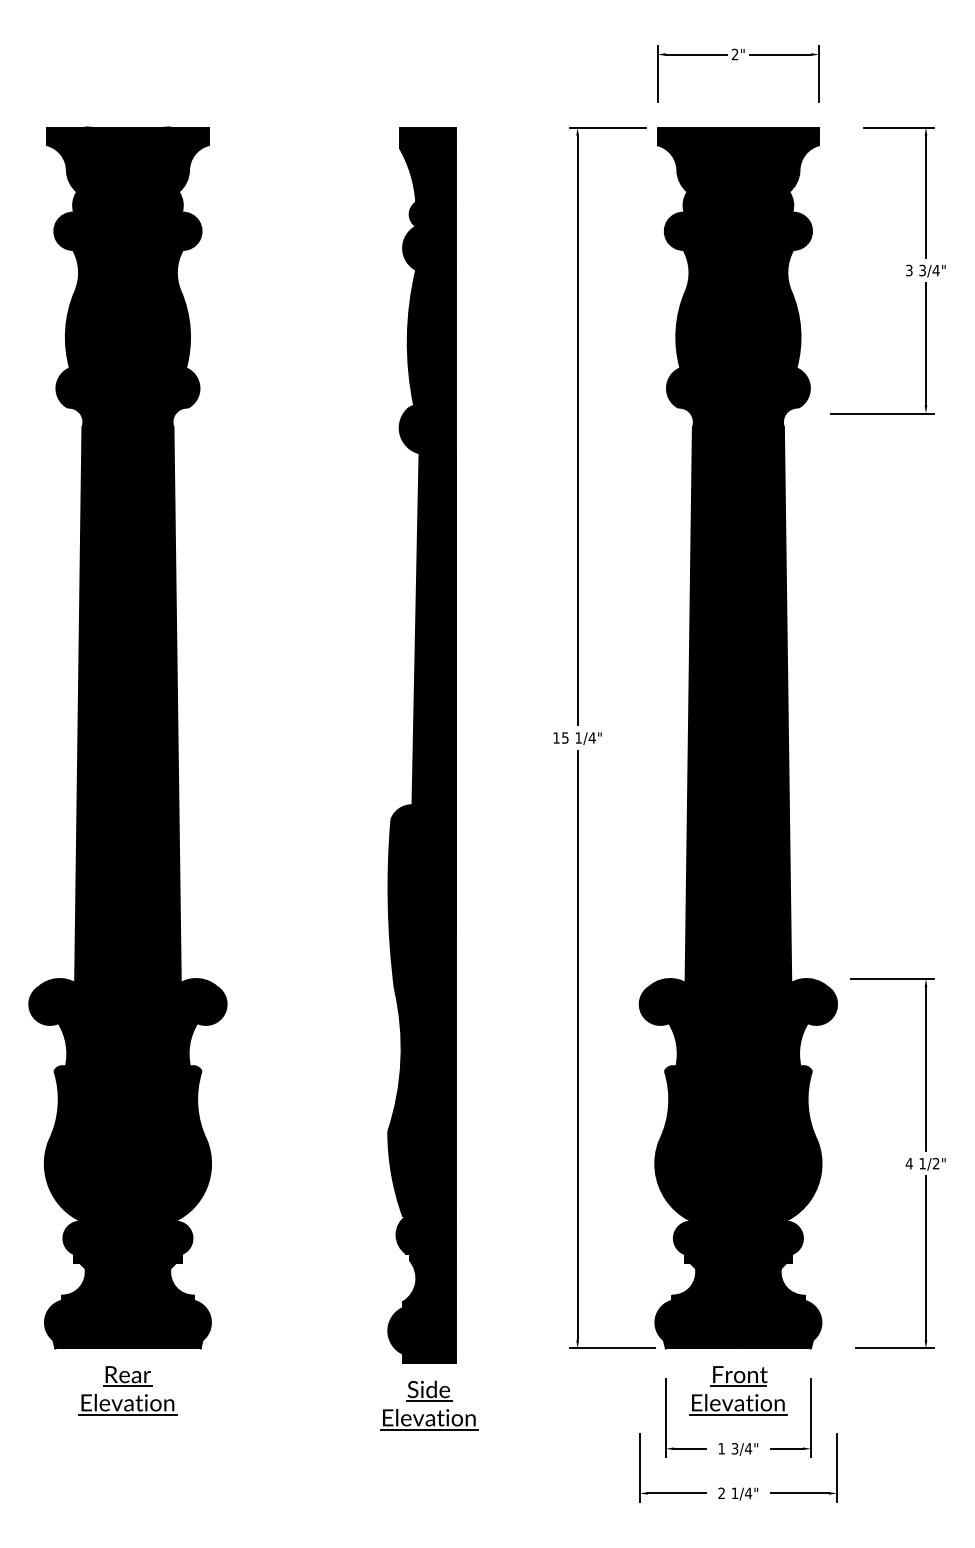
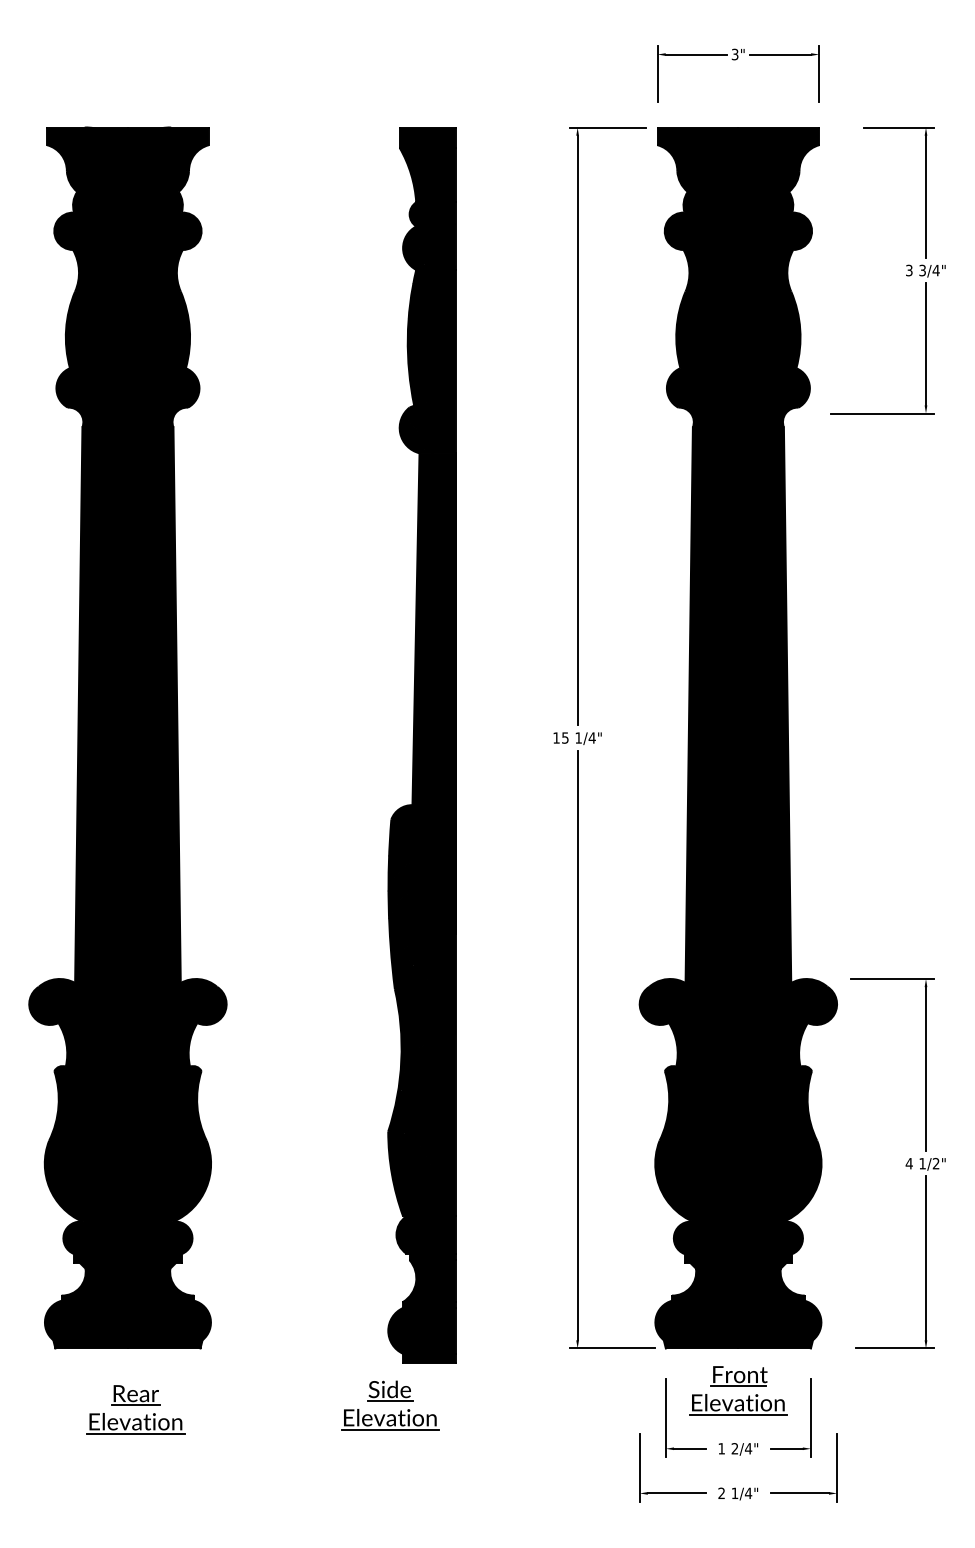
text at (734, 54): 2" -> 3"
part at (127, 1390) position: (127, 1390) -> (135, 1409)
part at (429, 1405) position: (429, 1405) -> (390, 1405)
text at (734, 1448): 3/4" -> 2/4"
